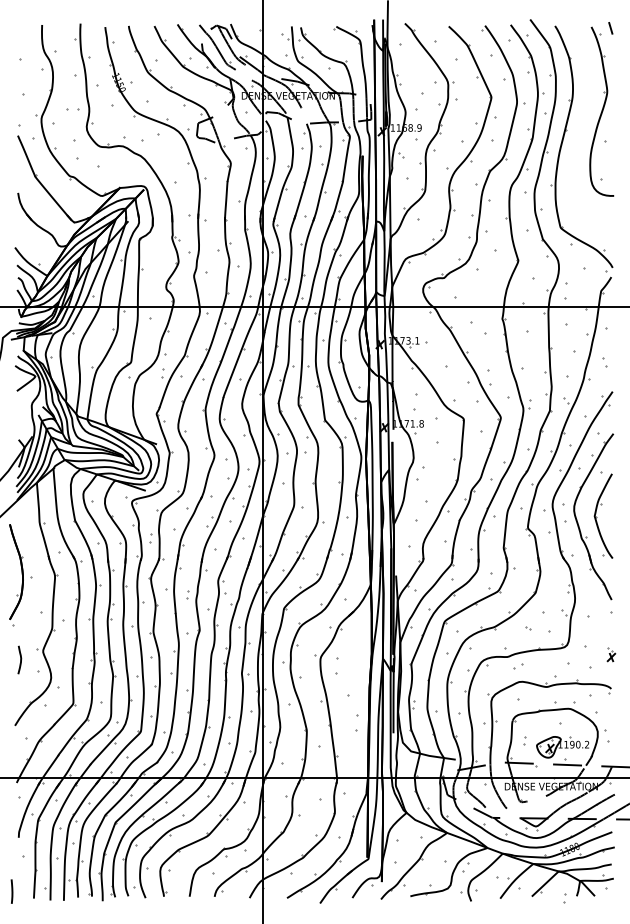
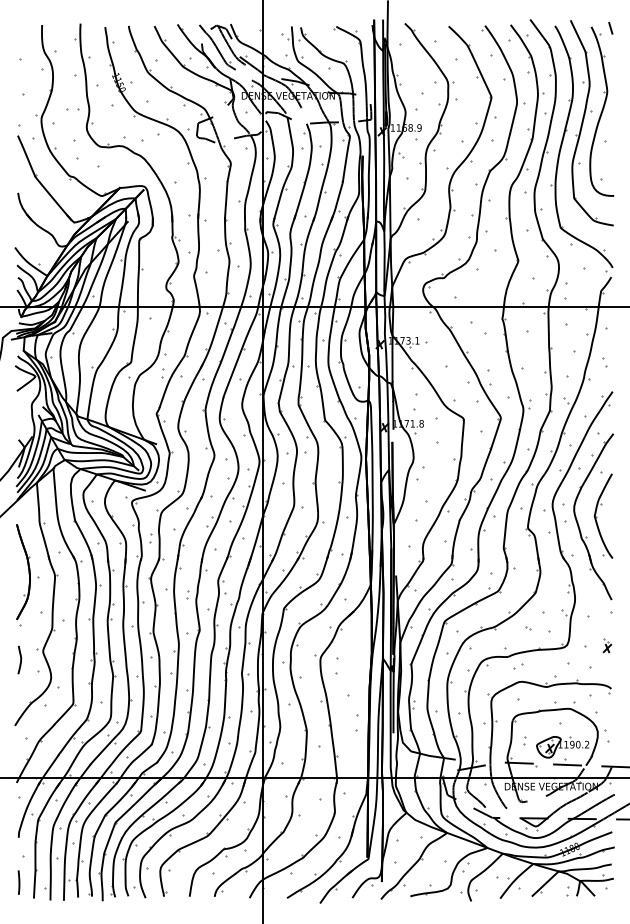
part at (583, 123): none -> present
part at (20, 575) position: (20, 575) -> (27, 575)
part at (611, 654) position: (611, 654) -> (607, 645)
line at (11, 891) position: (11, 891) -> (18, 882)
part at (564, 898) position: (564, 898) -> (567, 891)
